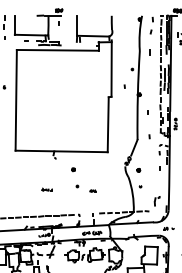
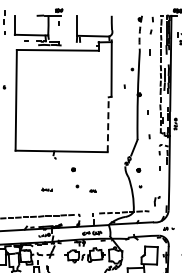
part at (4, 27) position: (4, 27) -> (4, 22)
arc at (139, 33): solid -> dashed
line at (108, 124): solid -> dashed
